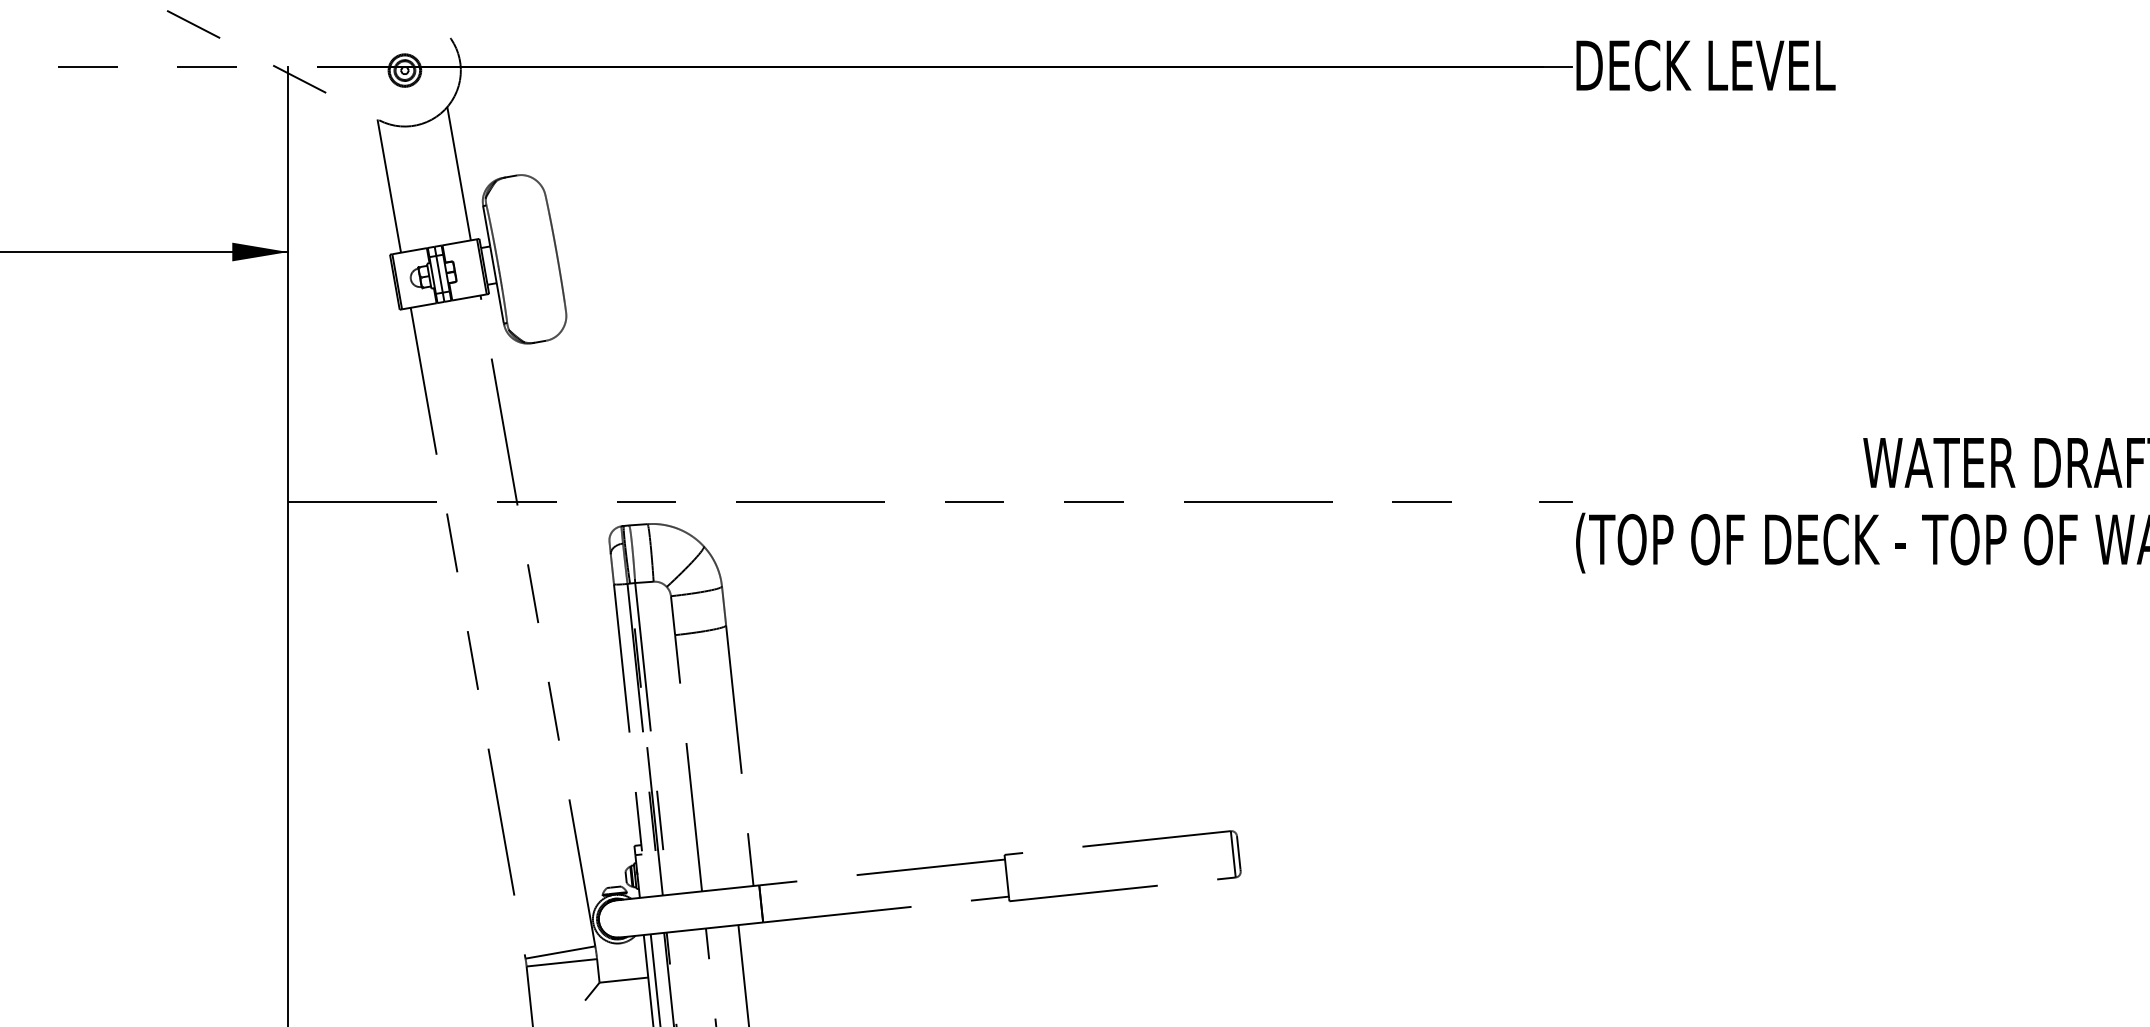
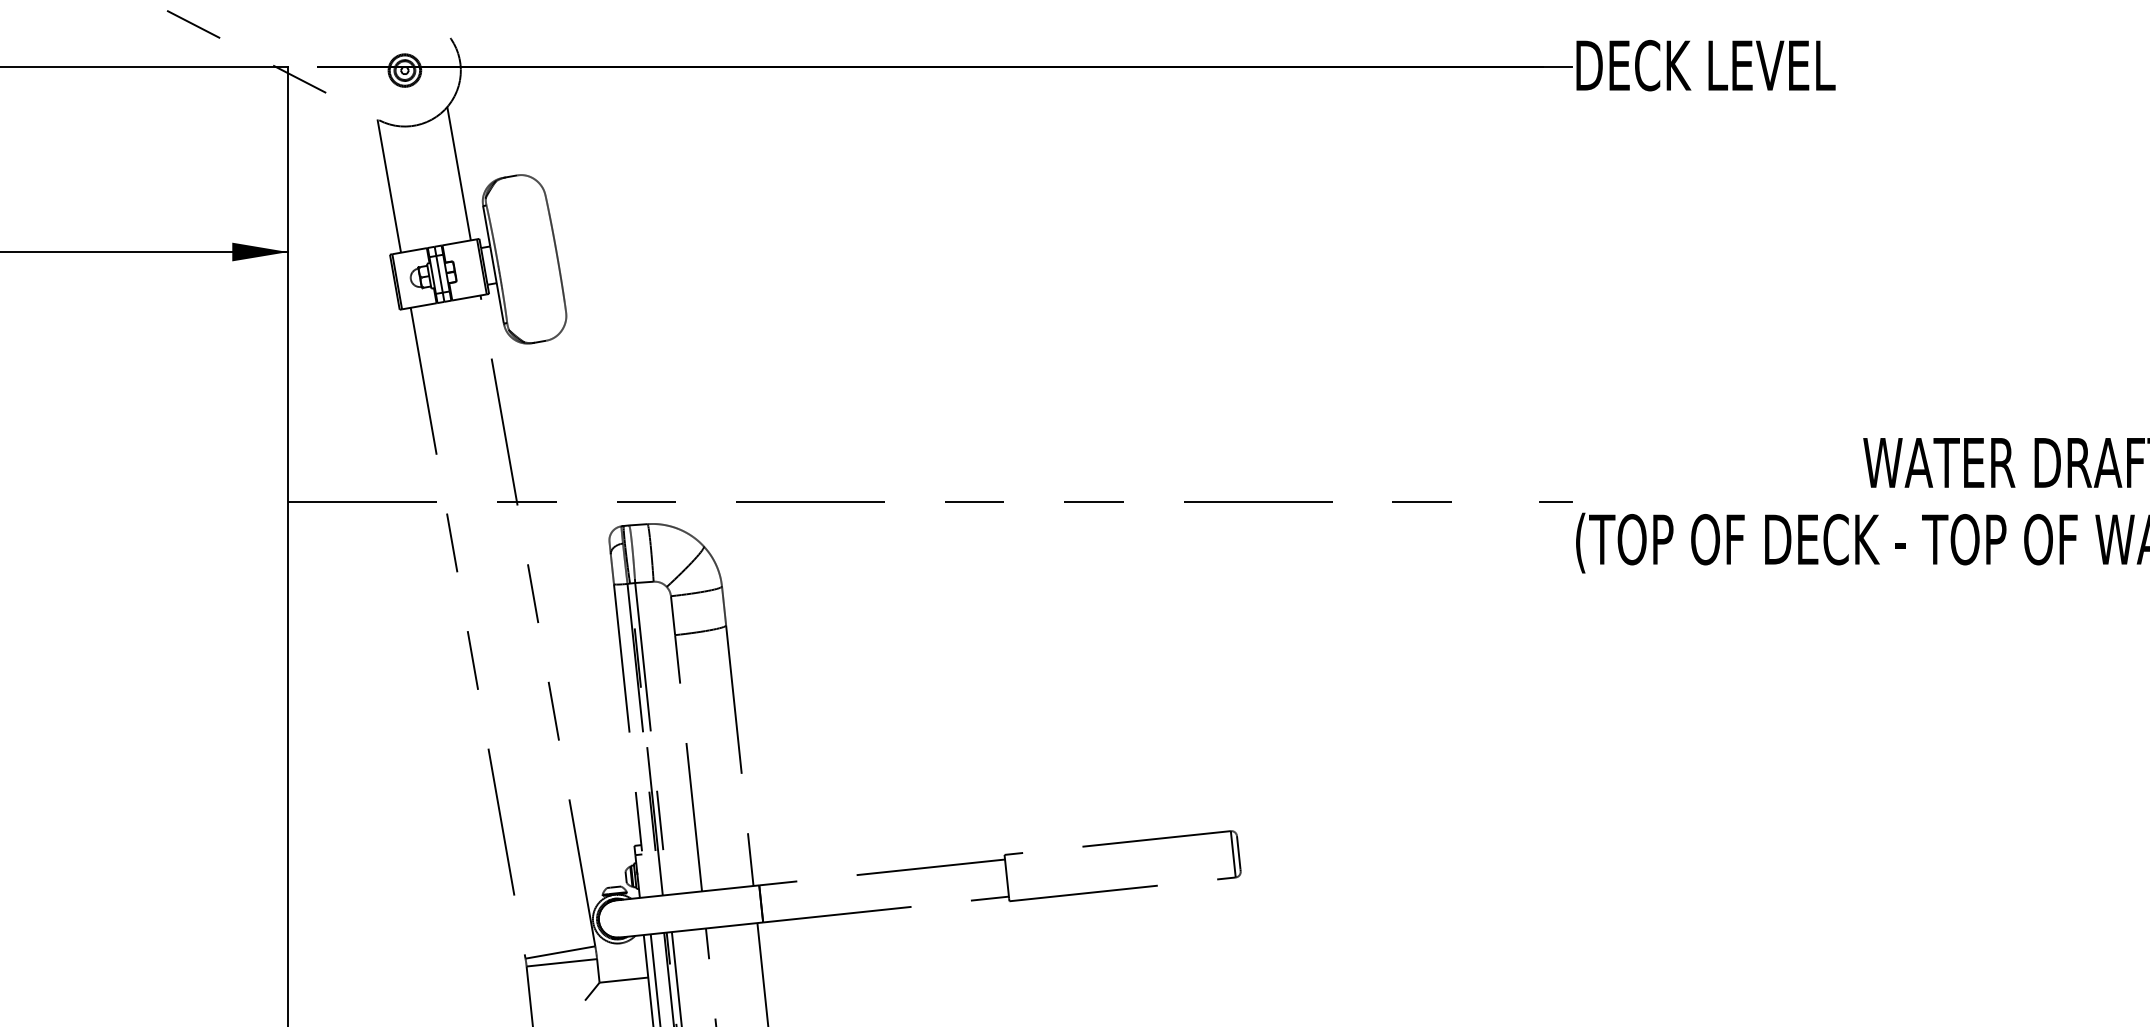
line at (144, 66): dashed -> solid
line at (743, 974) position: (743, 974) -> (762, 973)
line at (676, 977): none -> present
